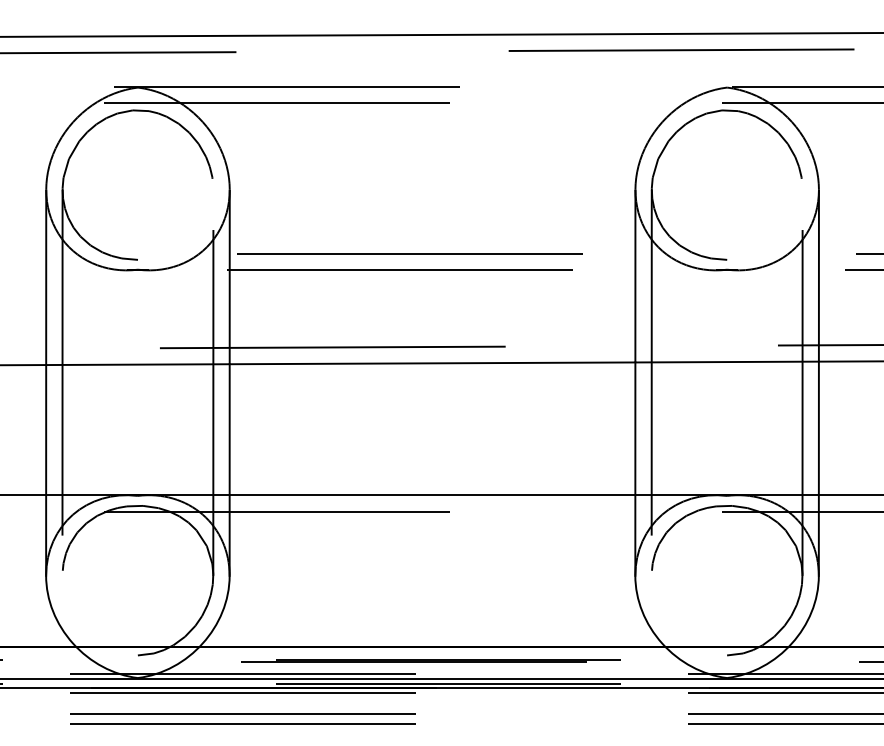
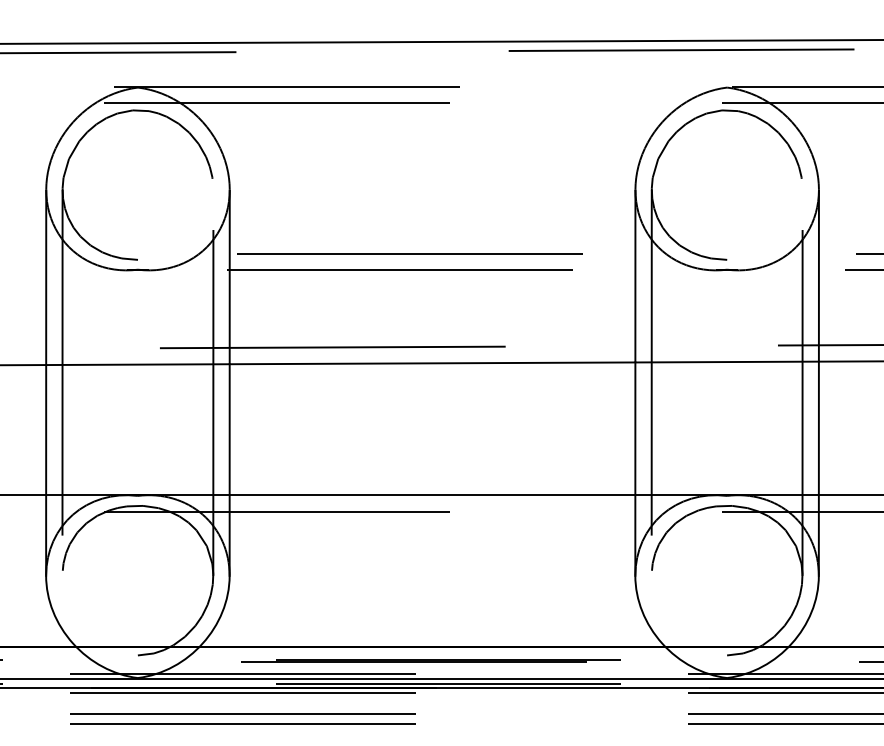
line at (441, 34) position: (441, 34) -> (441, 41)
